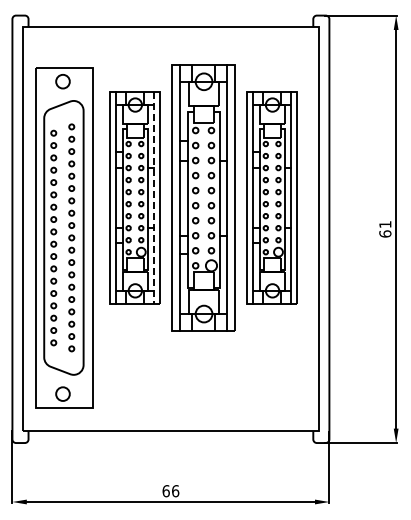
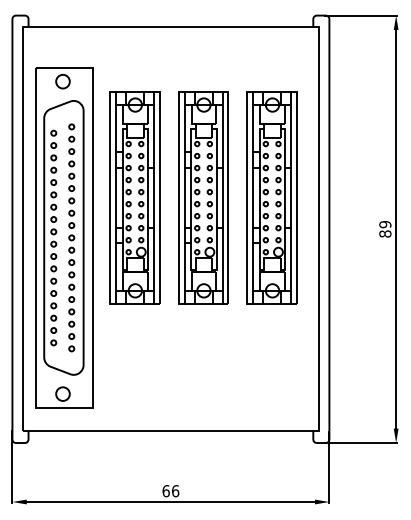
part at (203, 197) size: 65x268 px -> 51x214 px
line at (153, 198): dashed -> solid
text at (385, 229): 61 -> 89
